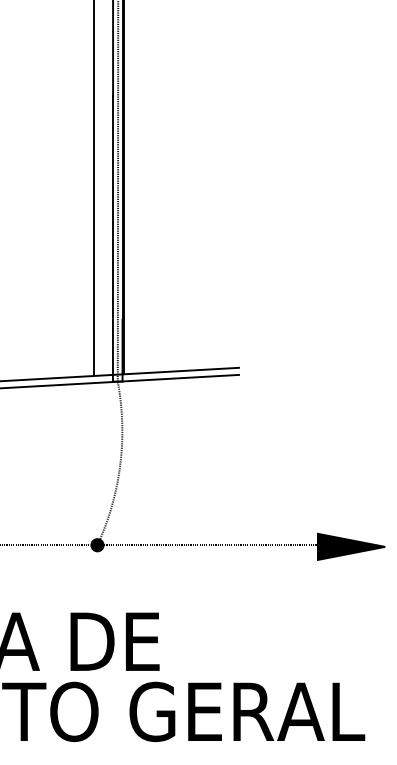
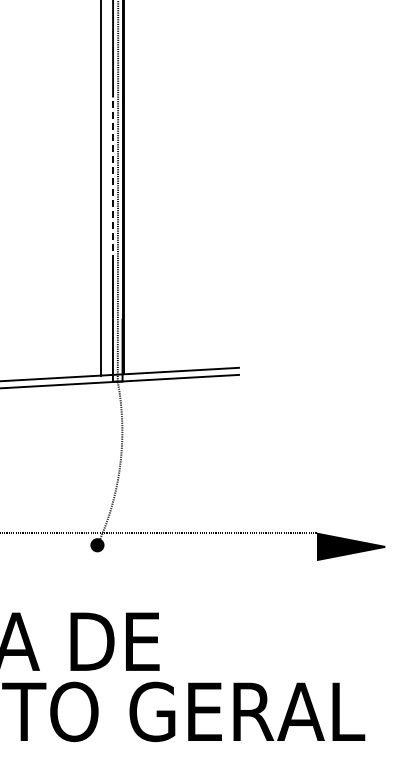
line at (112, 178): solid -> dashed
line at (93, 189) position: (93, 189) -> (100, 189)
line at (159, 545) position: (159, 545) -> (159, 533)
